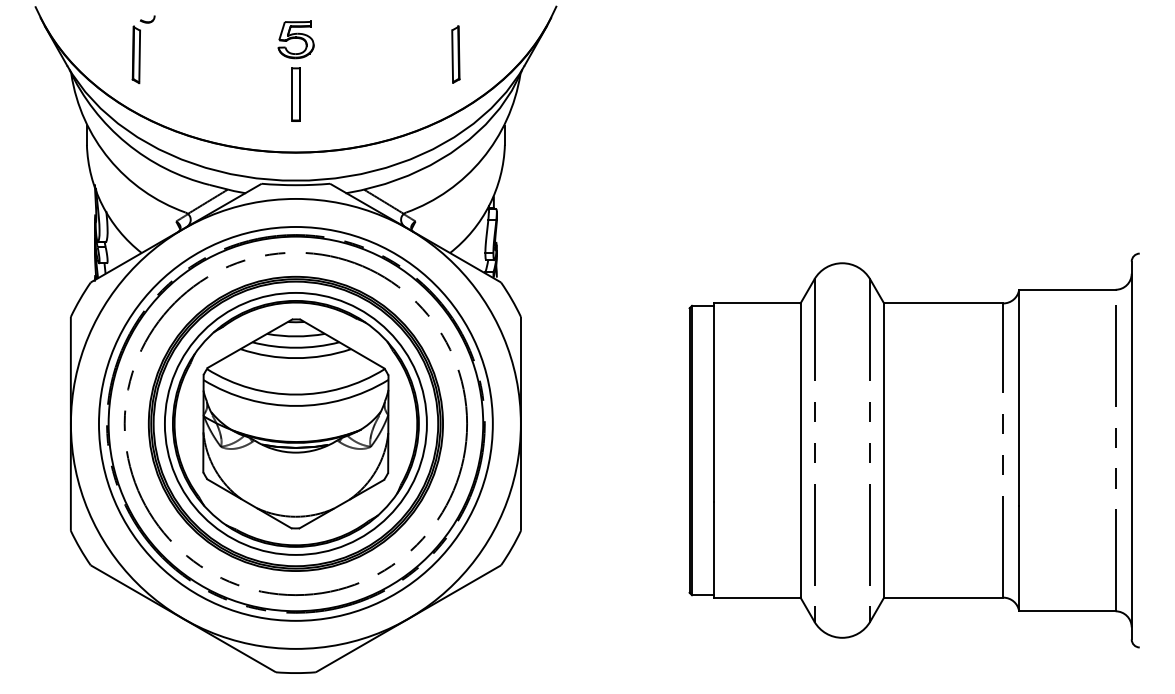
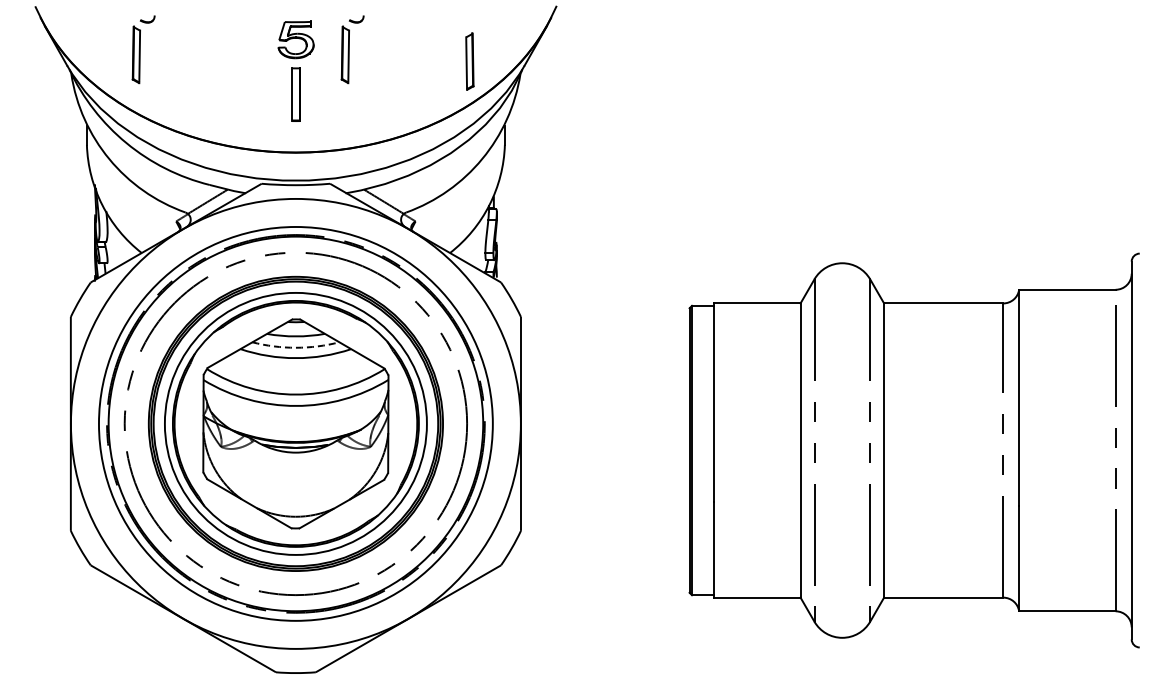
part at (352, 49): none -> present
part at (455, 54) position: (455, 54) -> (469, 61)
arc at (295, 347): solid -> dashed
